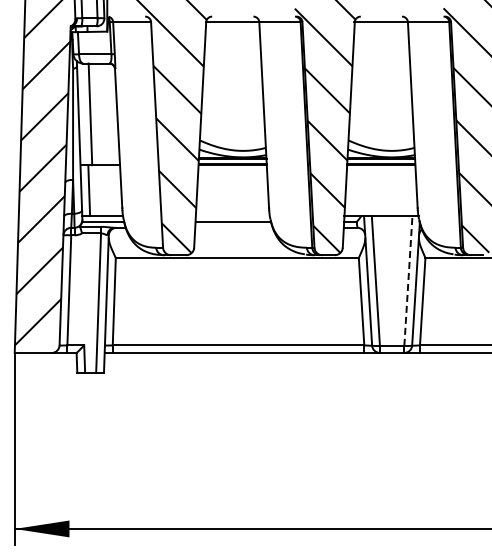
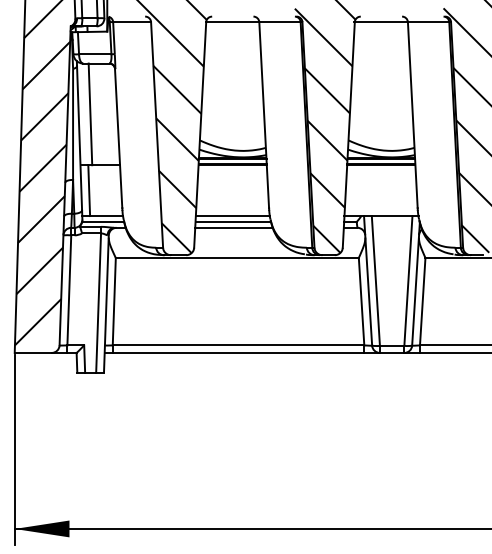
line at (232, 216): none -> present
line at (233, 227): none -> present
line at (408, 280): dashed -> solid
